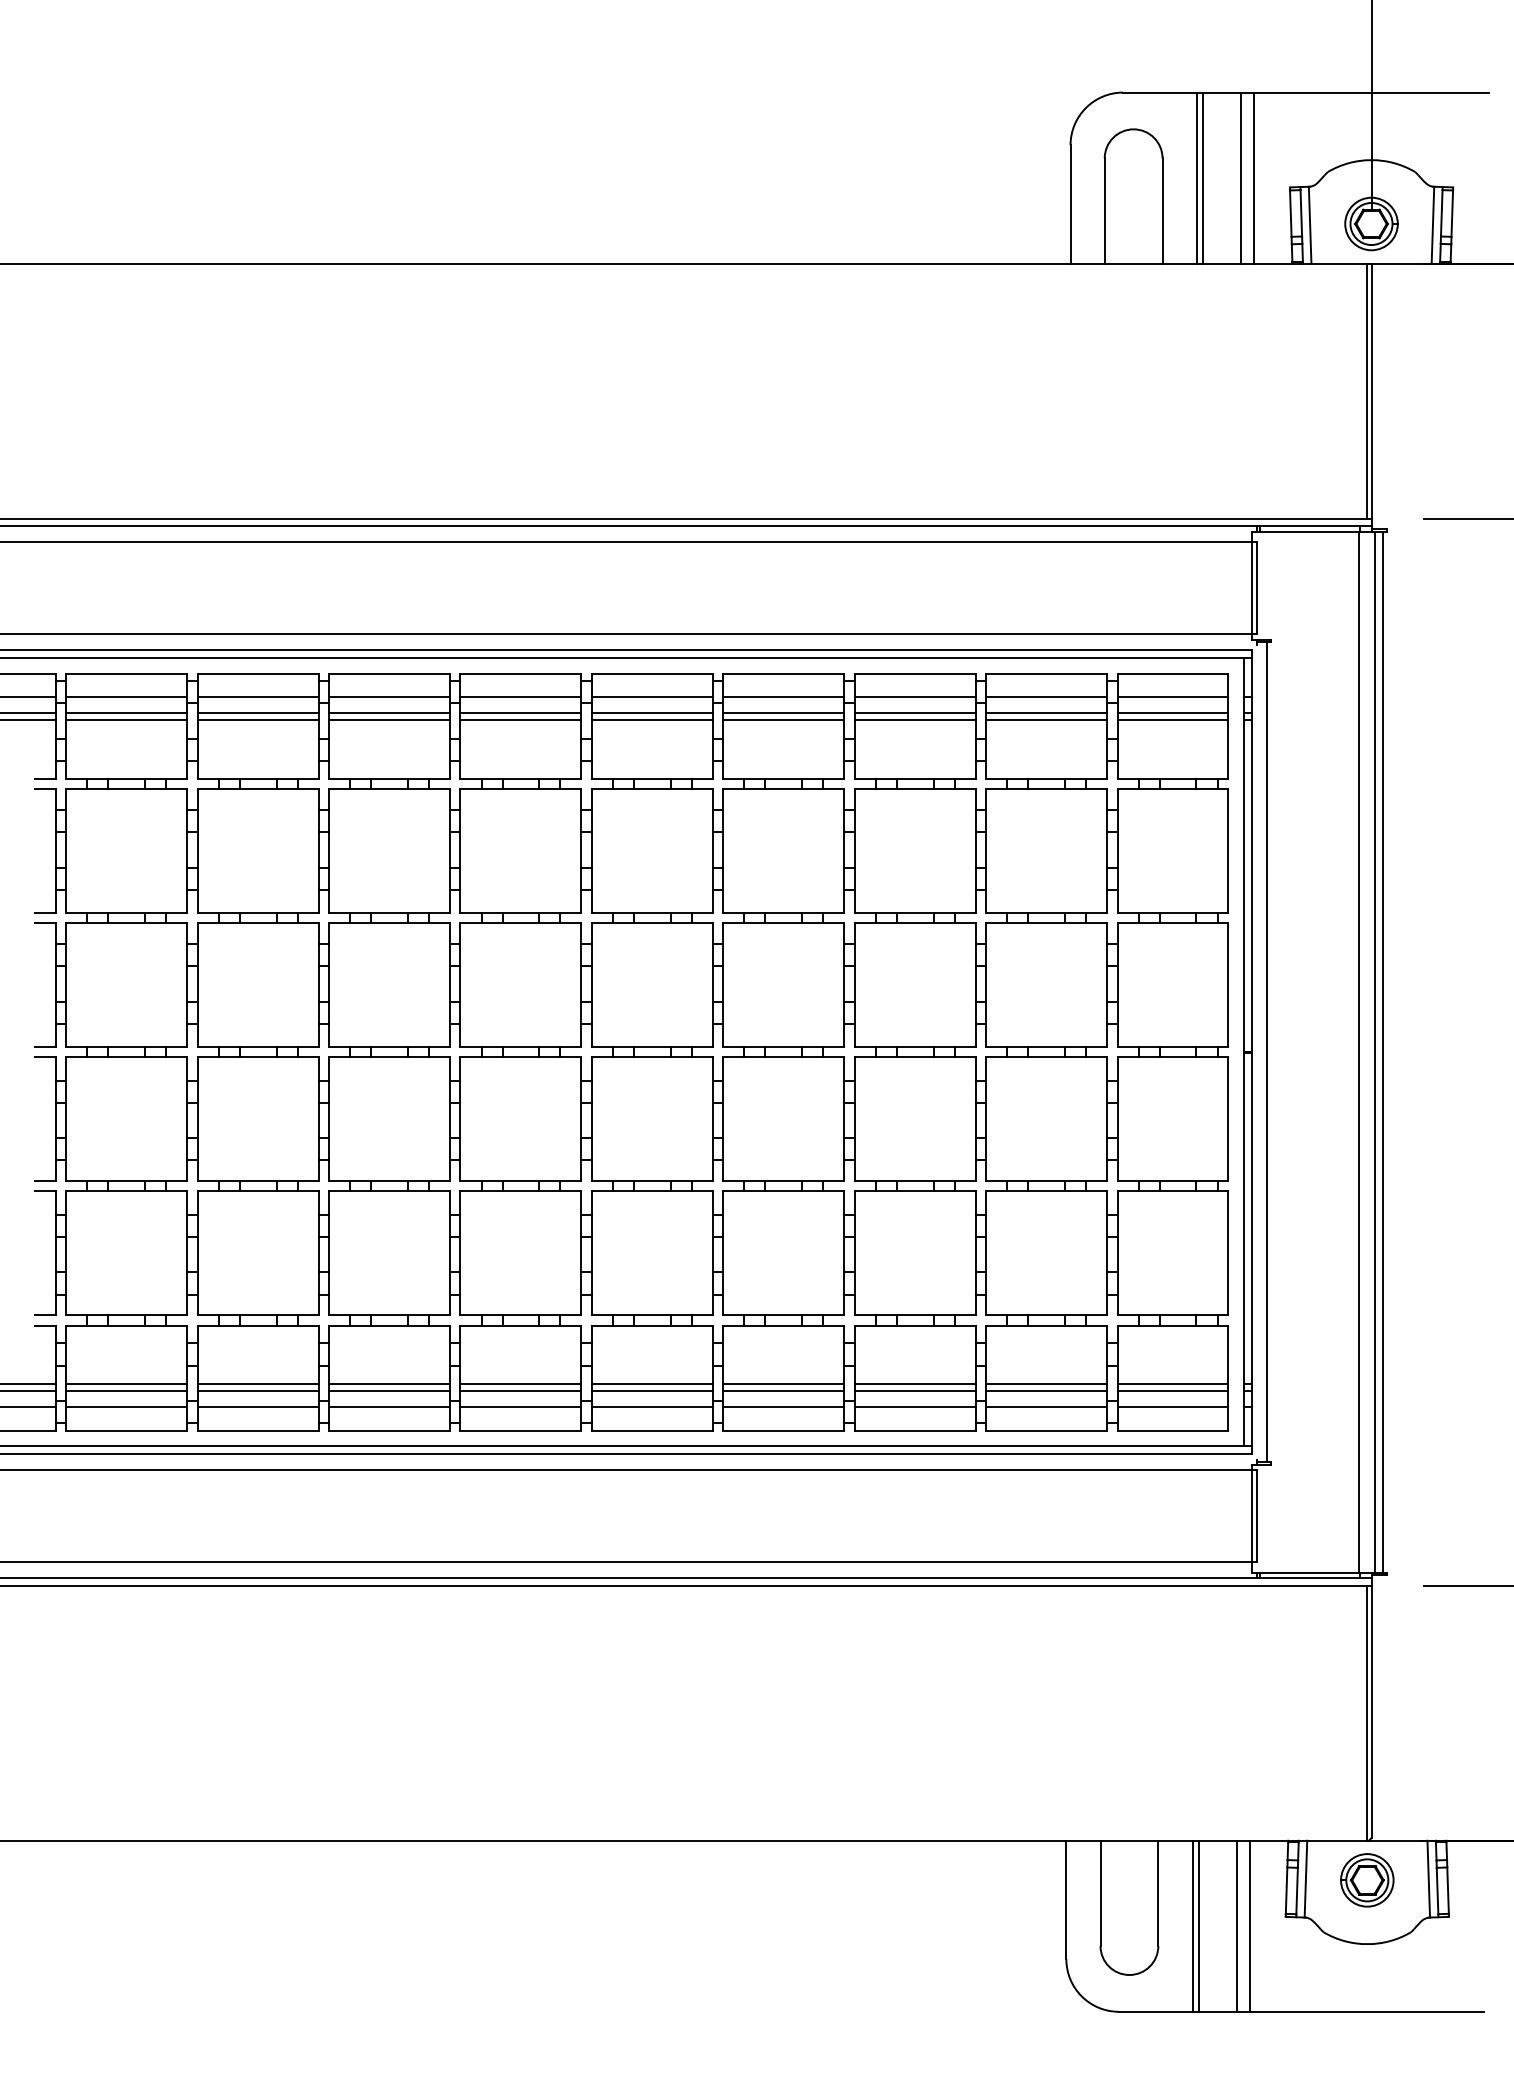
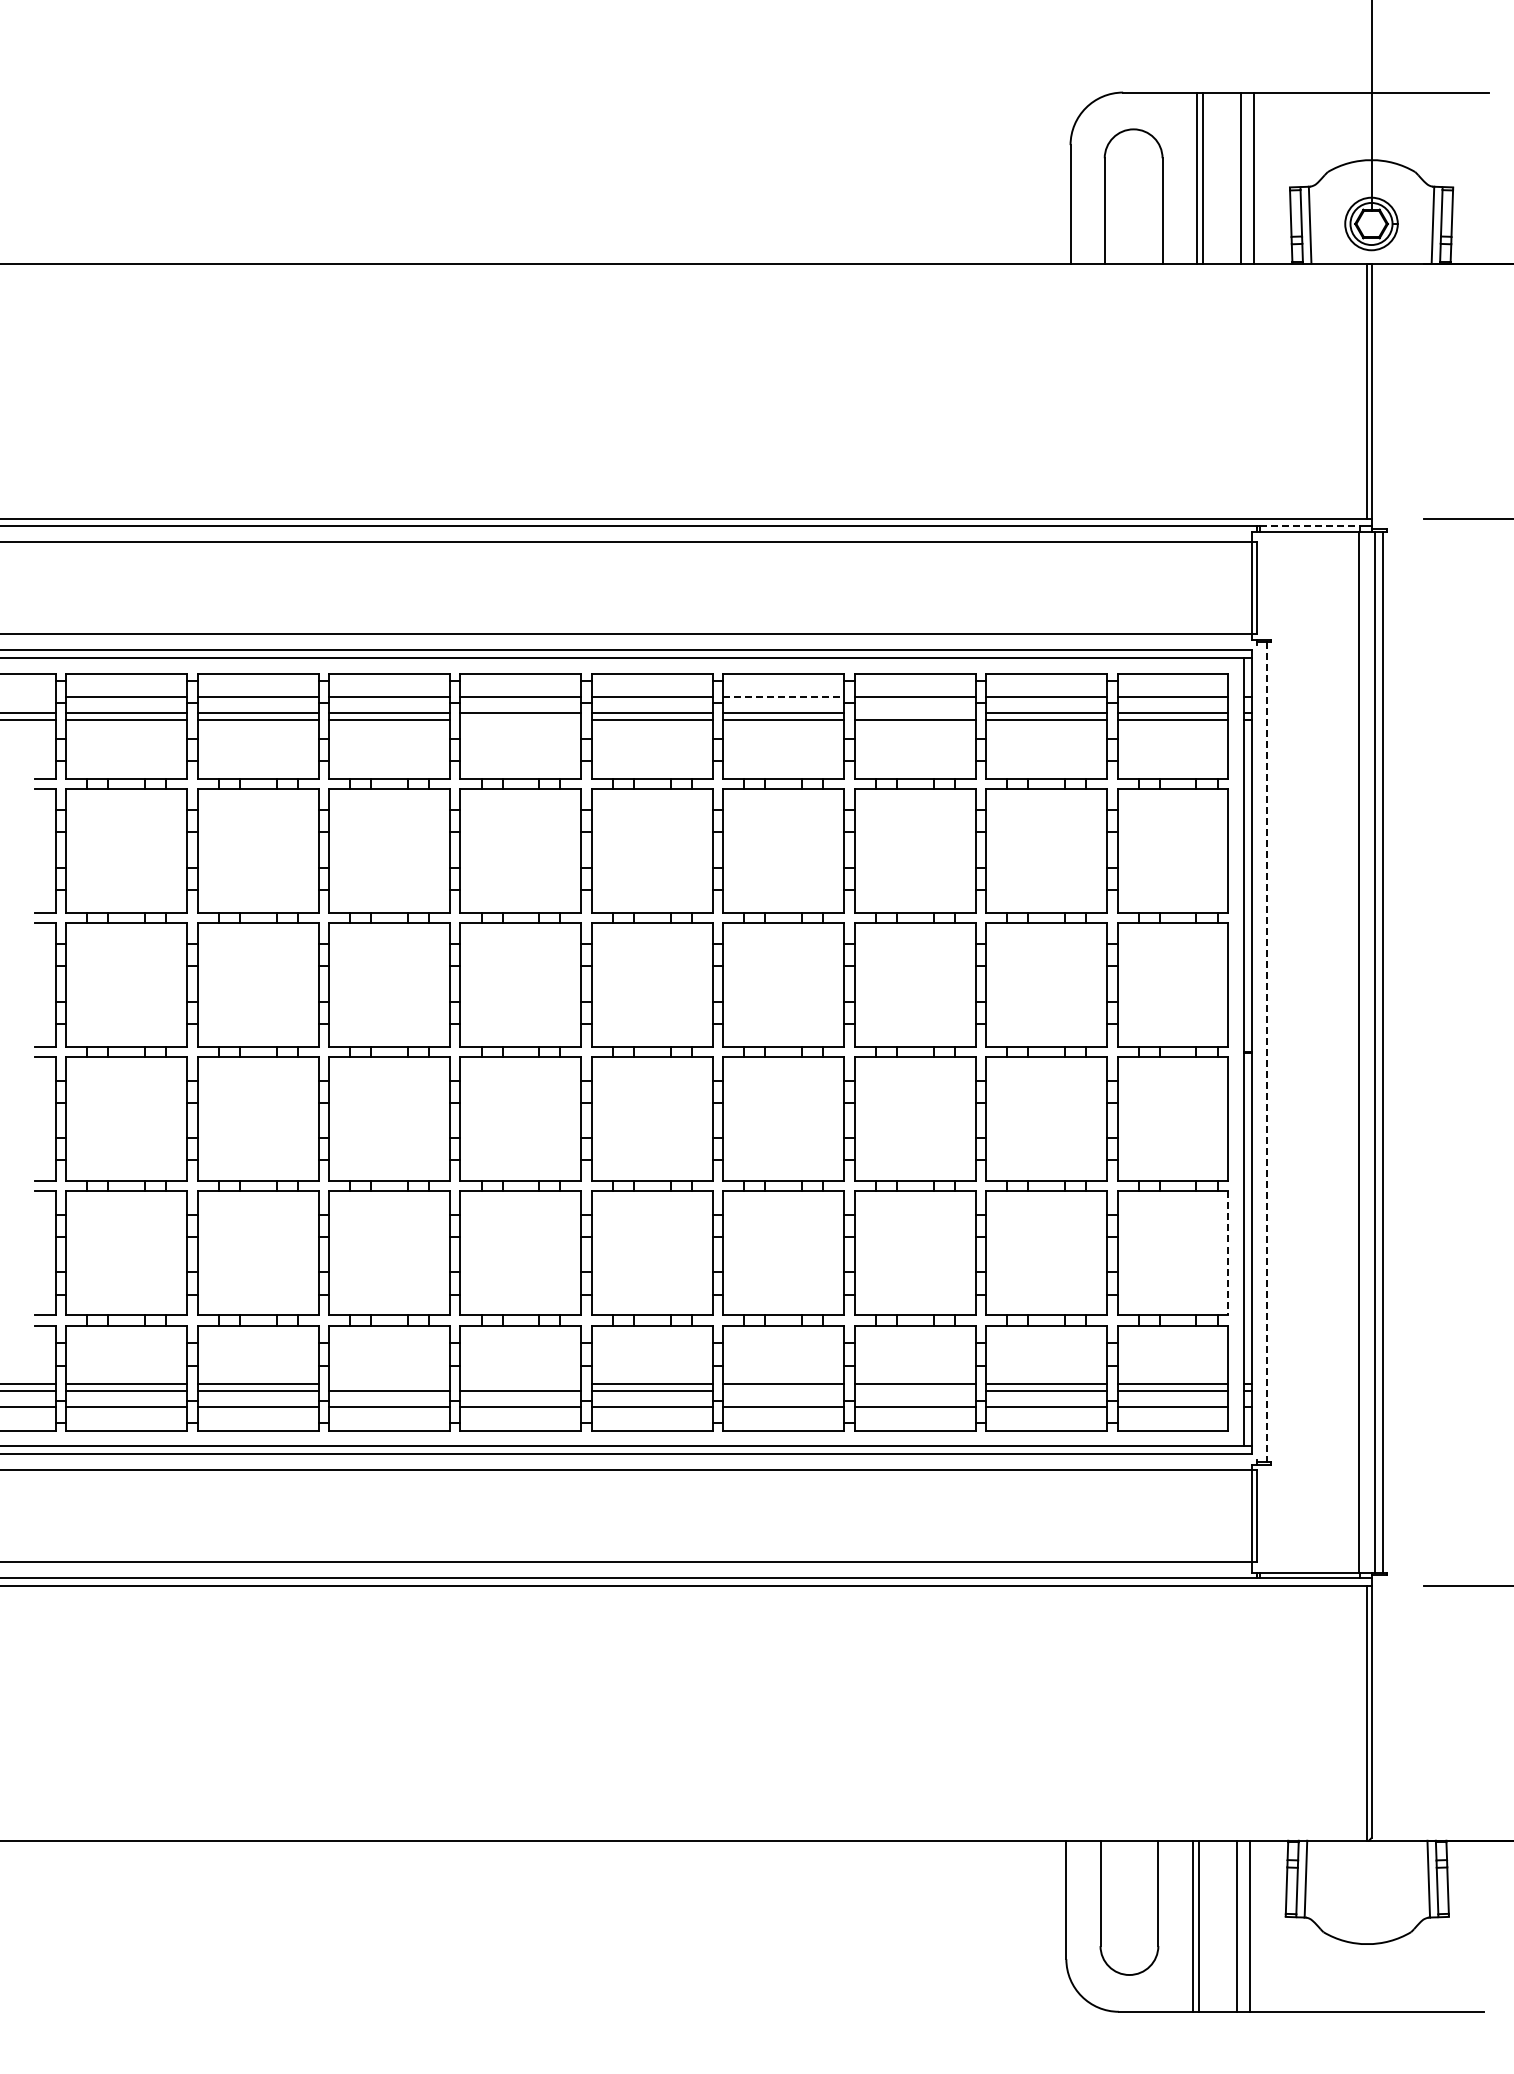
line at (1310, 526): solid -> dashed
line at (28, 697): present -> none
line at (784, 697): solid -> dashed
line at (914, 713): present -> none
line at (520, 720): present -> none
line at (1267, 1052): solid -> dashed
line at (1228, 1253): solid -> dashed
line at (389, 1383): present -> none
line at (520, 1383): present -> none
line at (783, 1391): present -> none
line at (914, 1391): present -> none
part at (1367, 1880): present -> none
